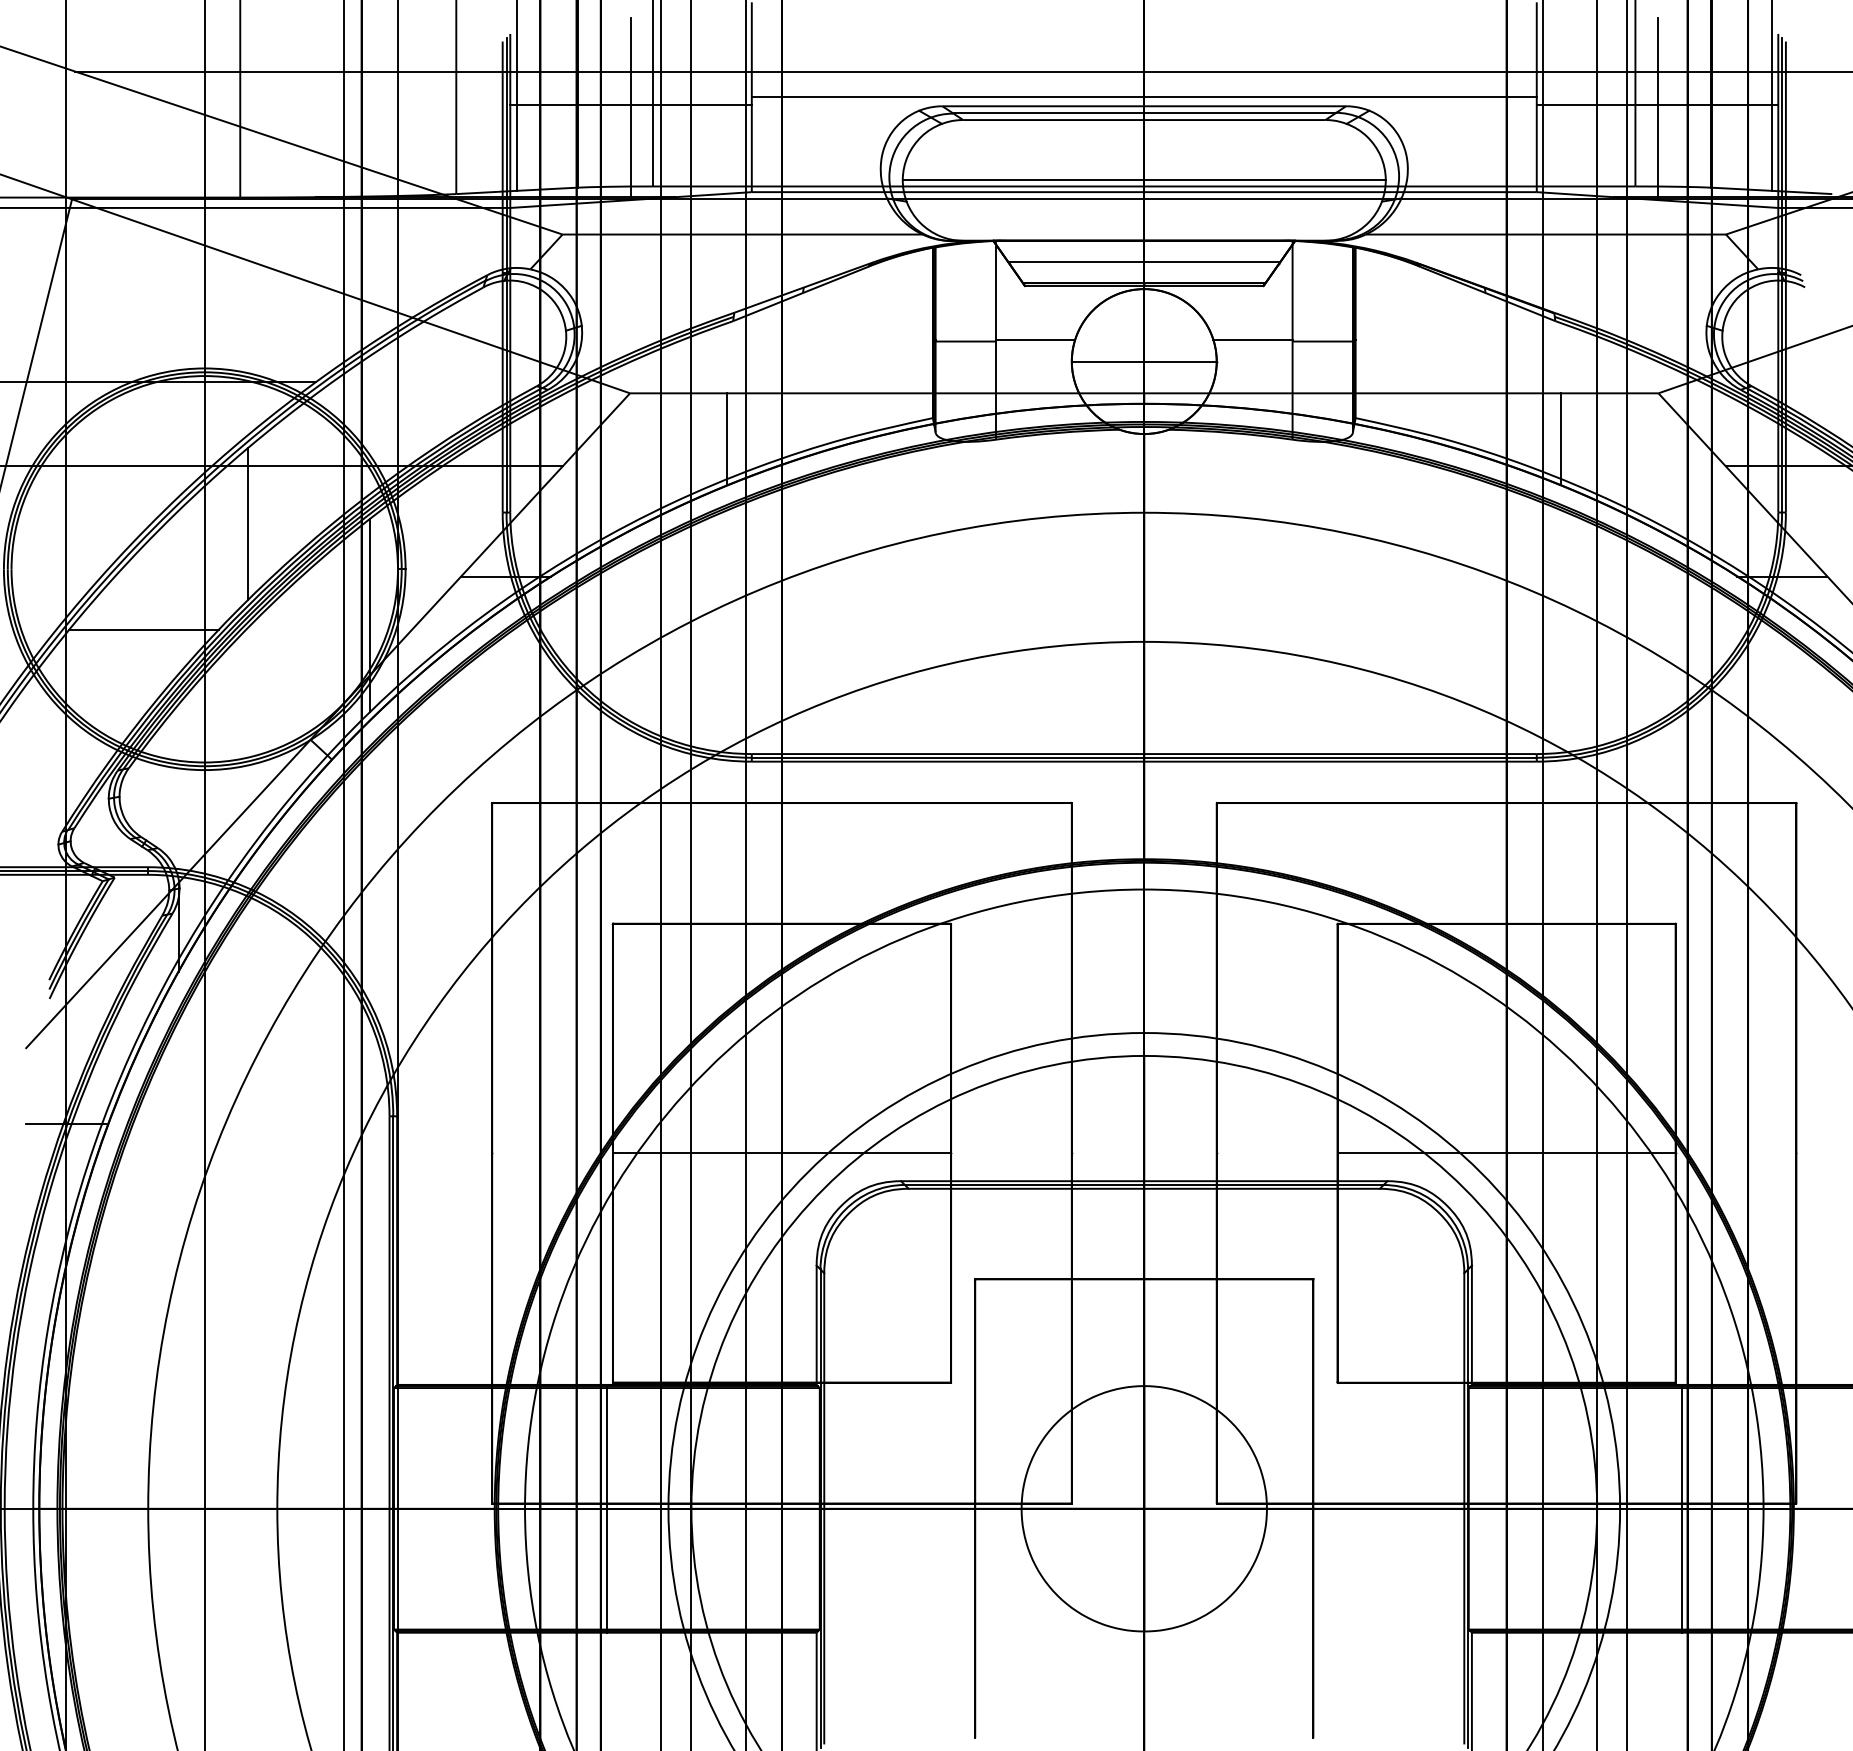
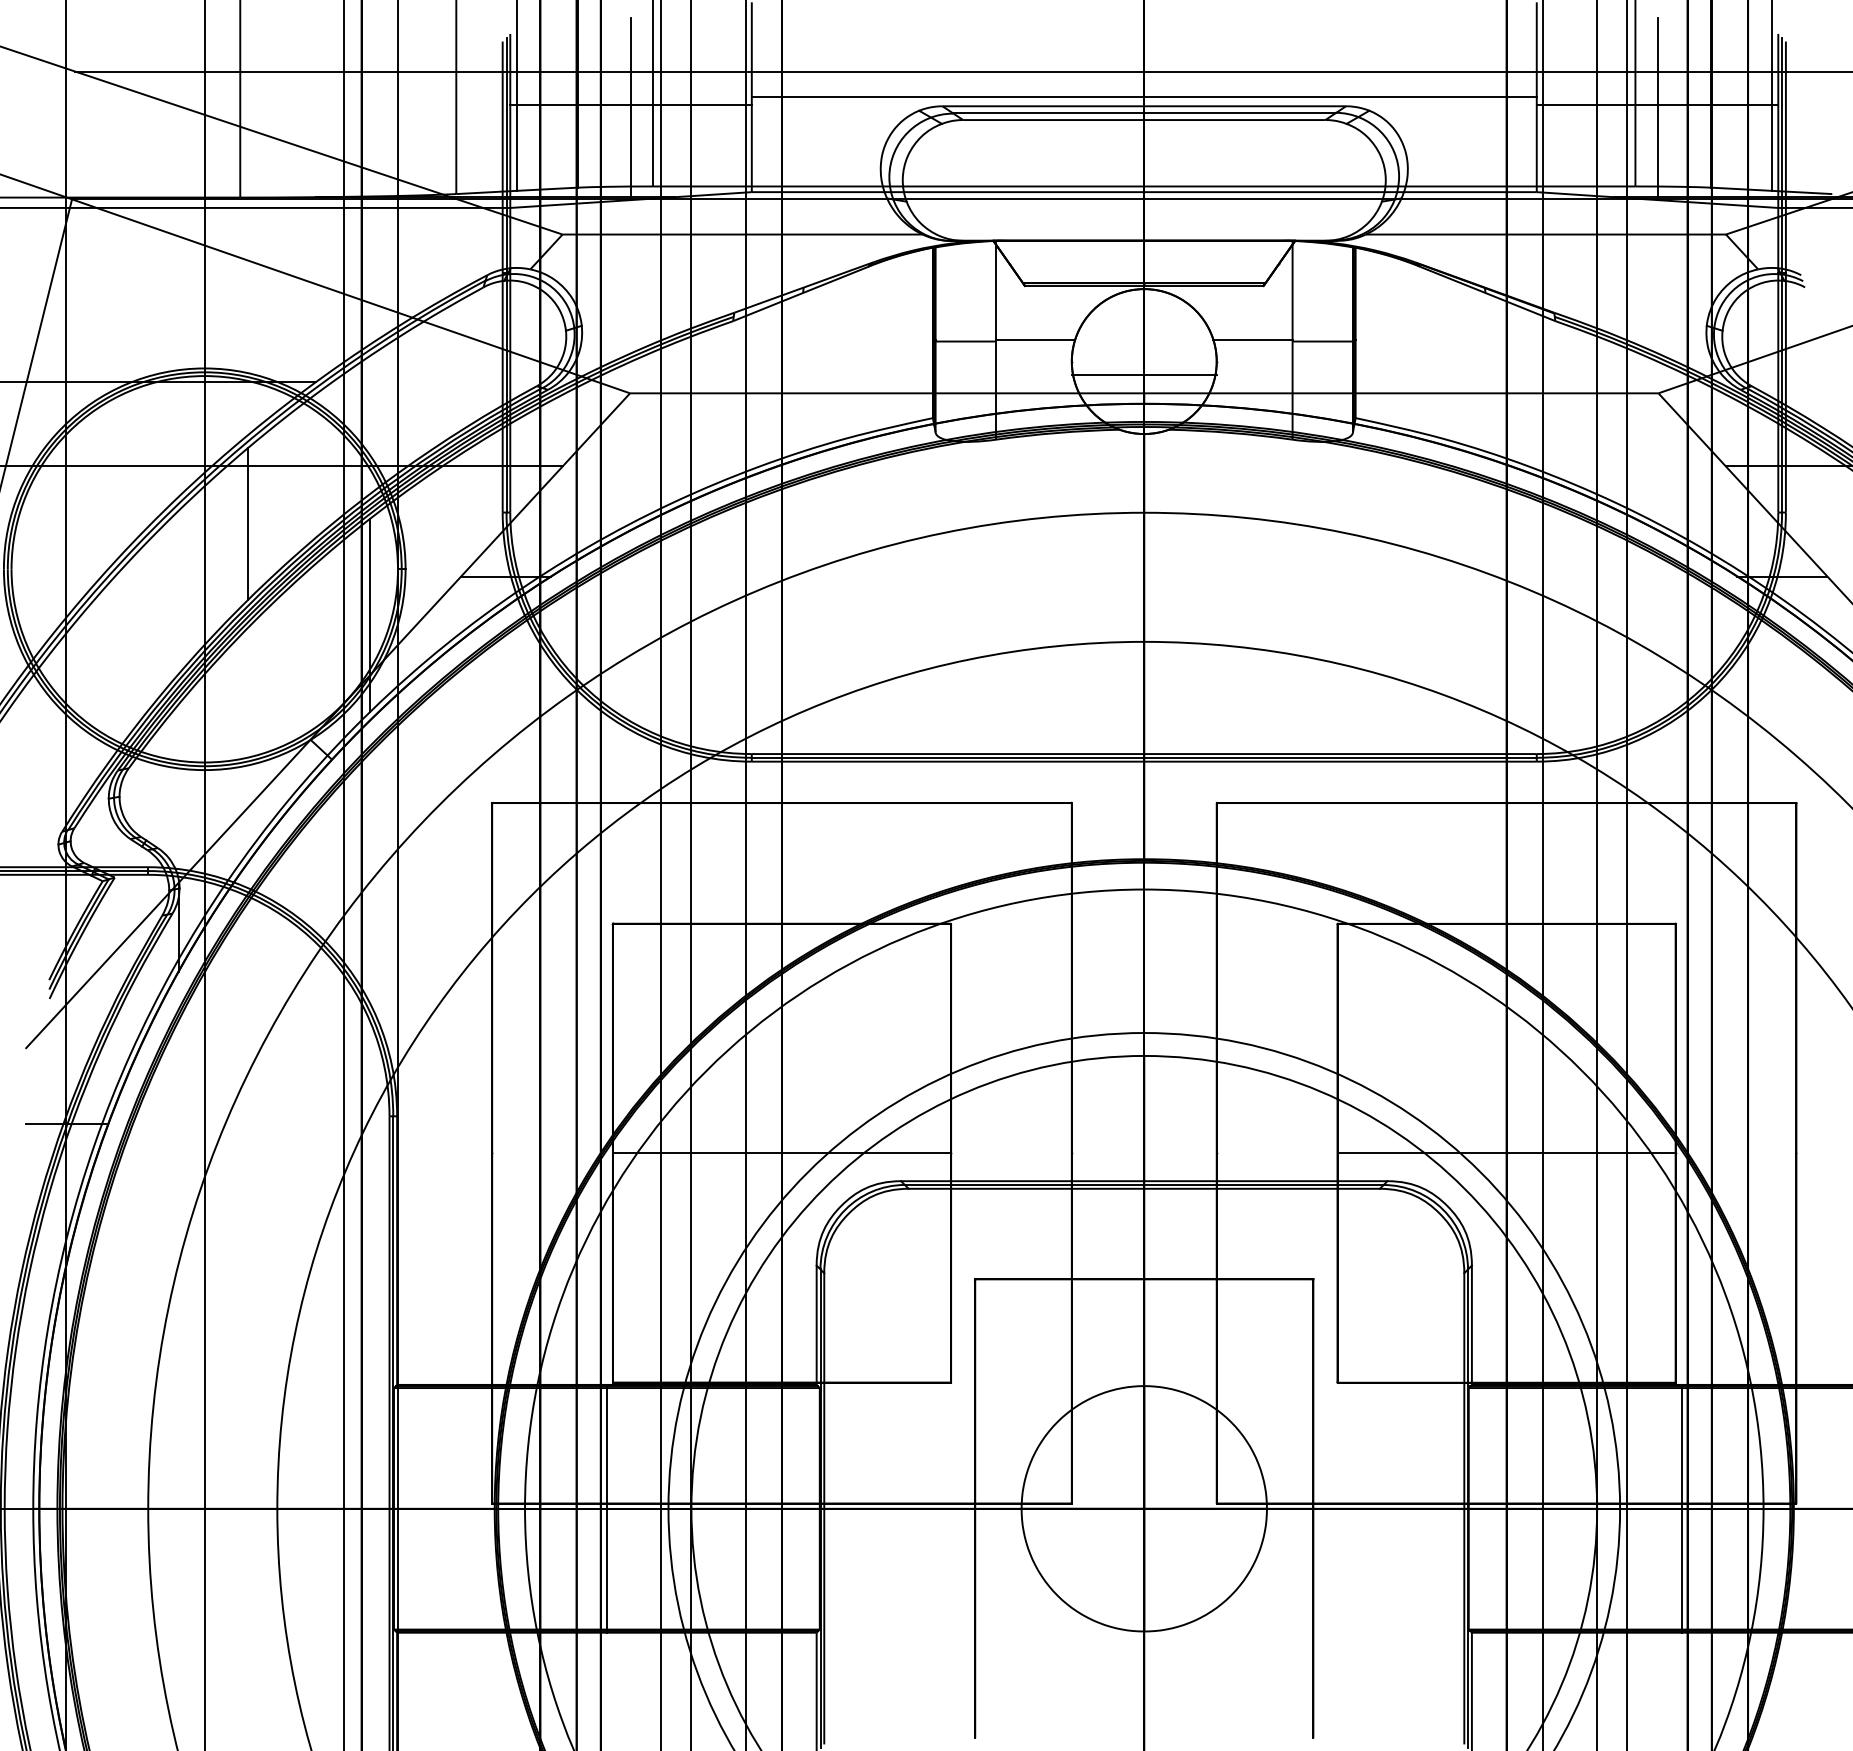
line at (1143, 180): present -> none
line at (1144, 261): present -> none
line at (1143, 361) position: (1143, 361) -> (1143, 374)
line at (727, 439): present -> none
line at (1561, 439): present -> none
line at (143, 630): present -> none
